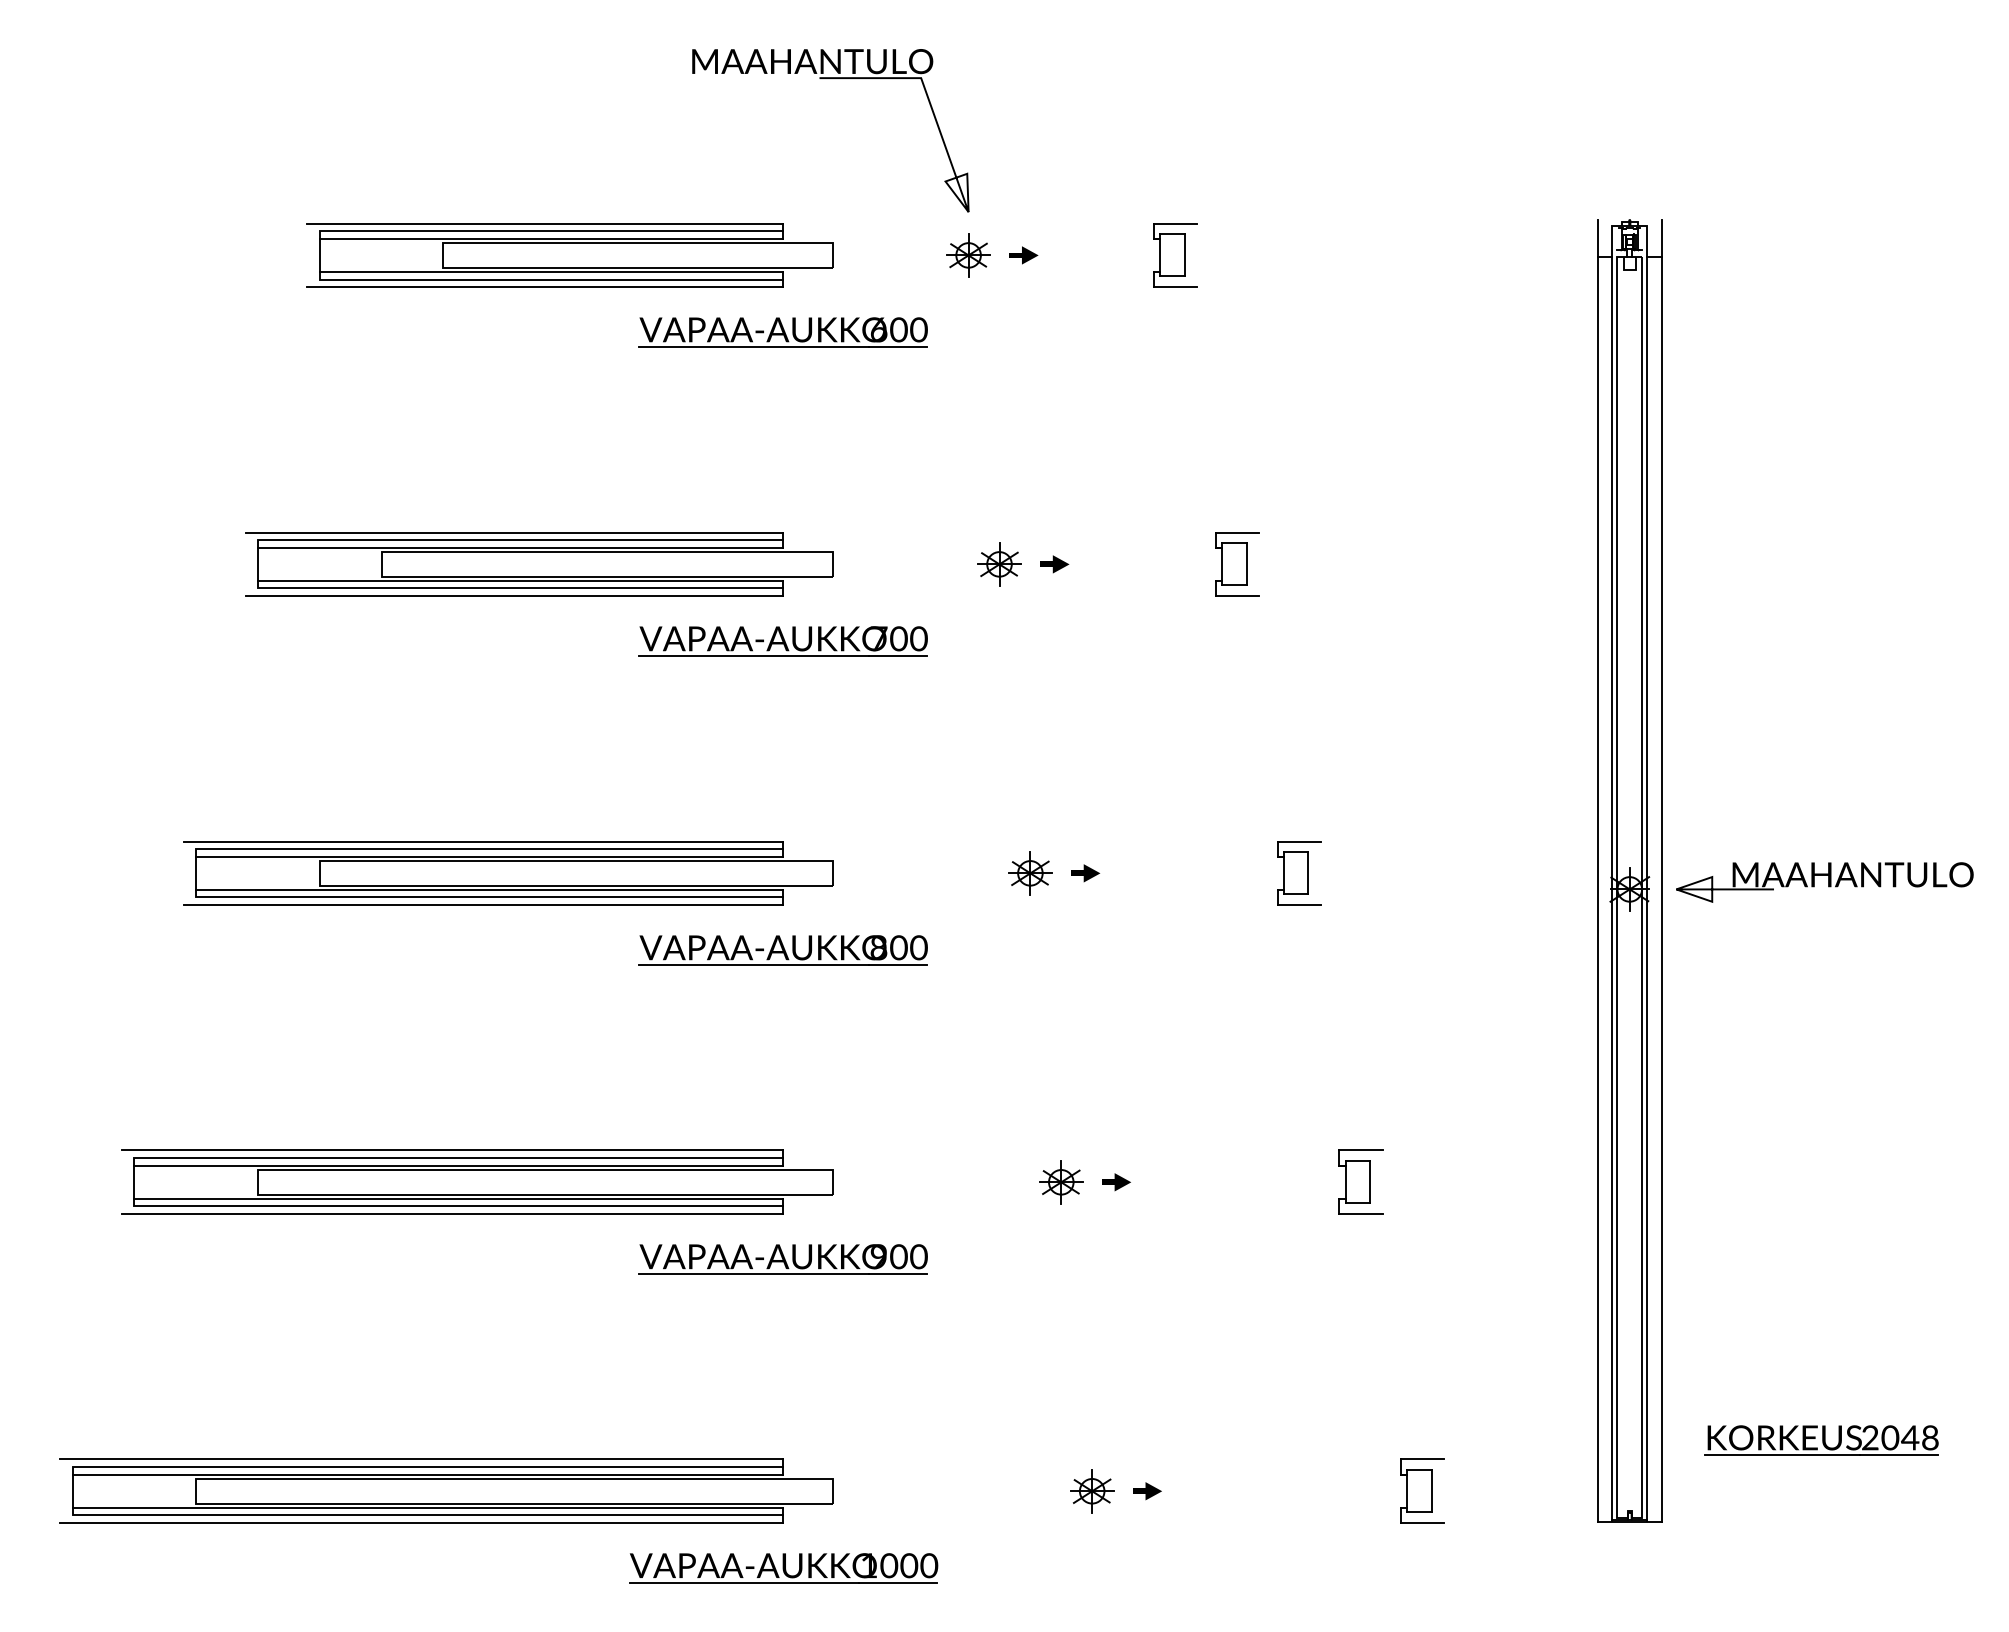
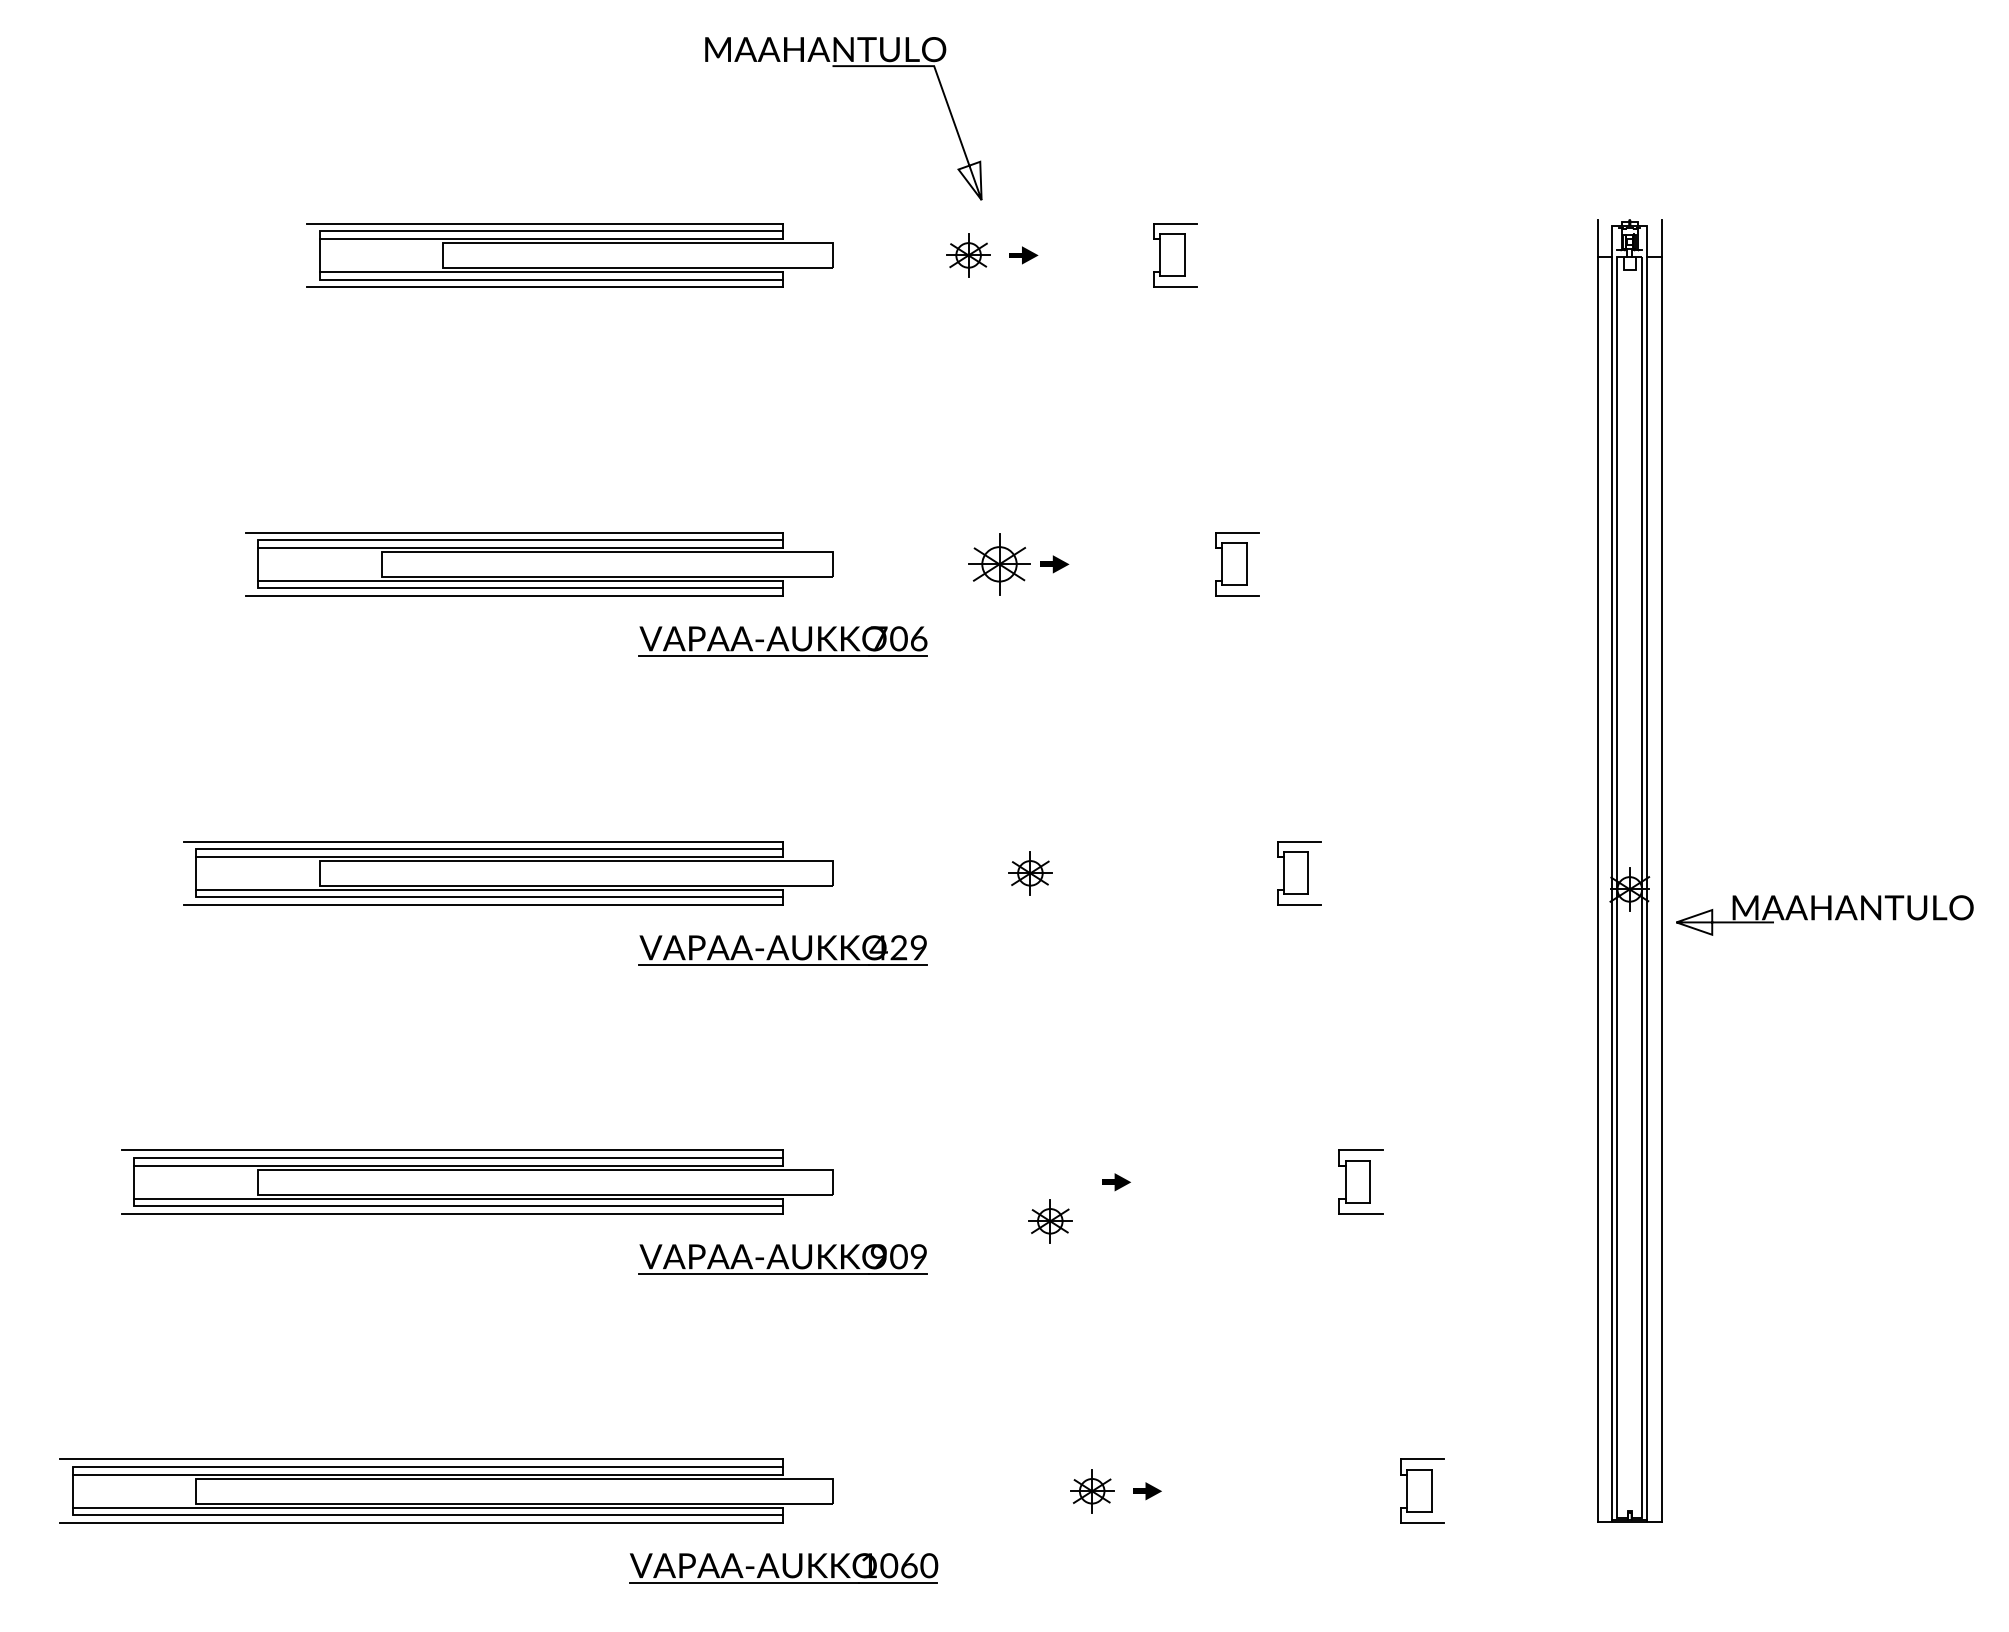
part at (830, 78) position: (830, 78) -> (843, 66)
part at (782, 332): present -> none
part at (999, 564) size: 45x45 px -> 63x63 px
text at (918, 638): 700 -> 706
part at (1085, 873): present -> none
part at (1824, 882) position: (1824, 882) -> (1824, 915)
text at (898, 947): 800 -> 429
part at (1061, 1182) position: (1061, 1182) -> (1050, 1221)
text at (918, 1257): 900 -> 909
part at (1821, 1440): present -> none
text at (909, 1565): 1000 -> 1060
